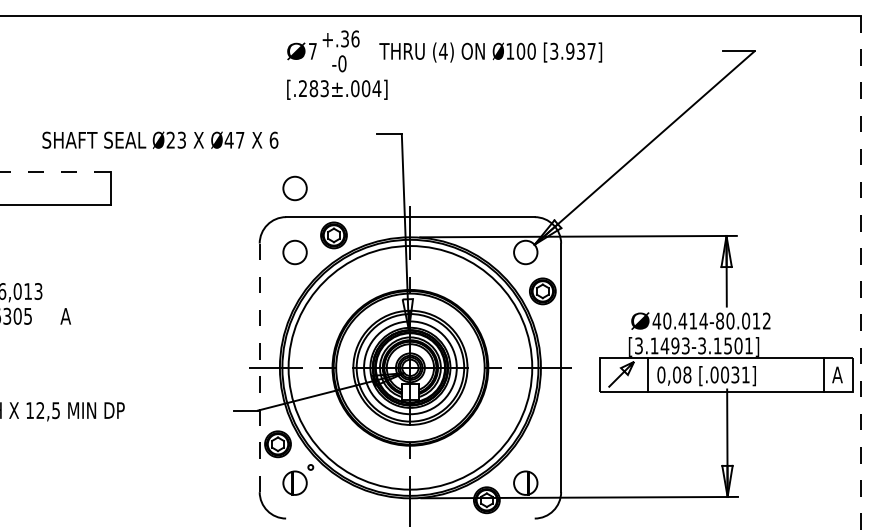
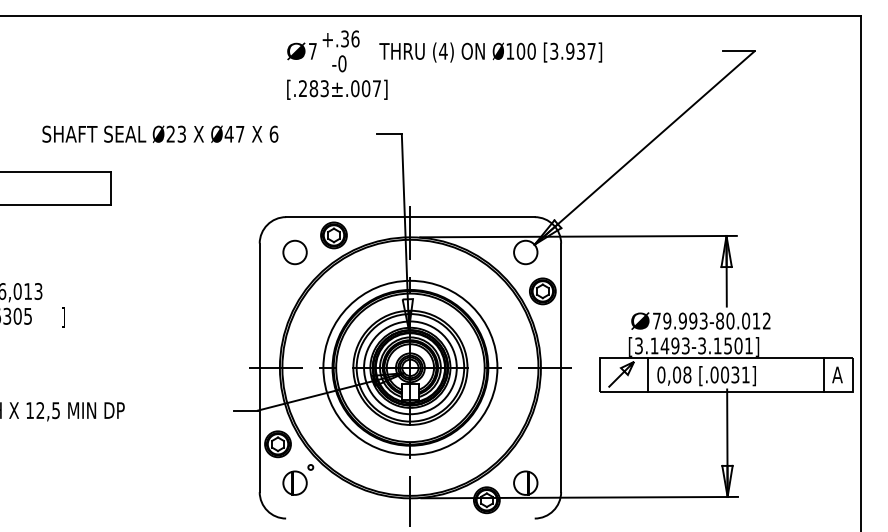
text at (376, 88): [.283±.004] -> [.283±.007]
text at (160, 139) position: (160, 139) -> (160, 133)
line at (55, 171): dashed -> solid
circle at (294, 188): present -> none
line at (861, 274): dashed -> solid
text at (65, 317): A -> ]
text at (679, 320): 40.414-80.012 -> 79.993-80.012
circle at (410, 367) diameter: 244 px -> 174 px
line at (259, 368): dashed -> solid
